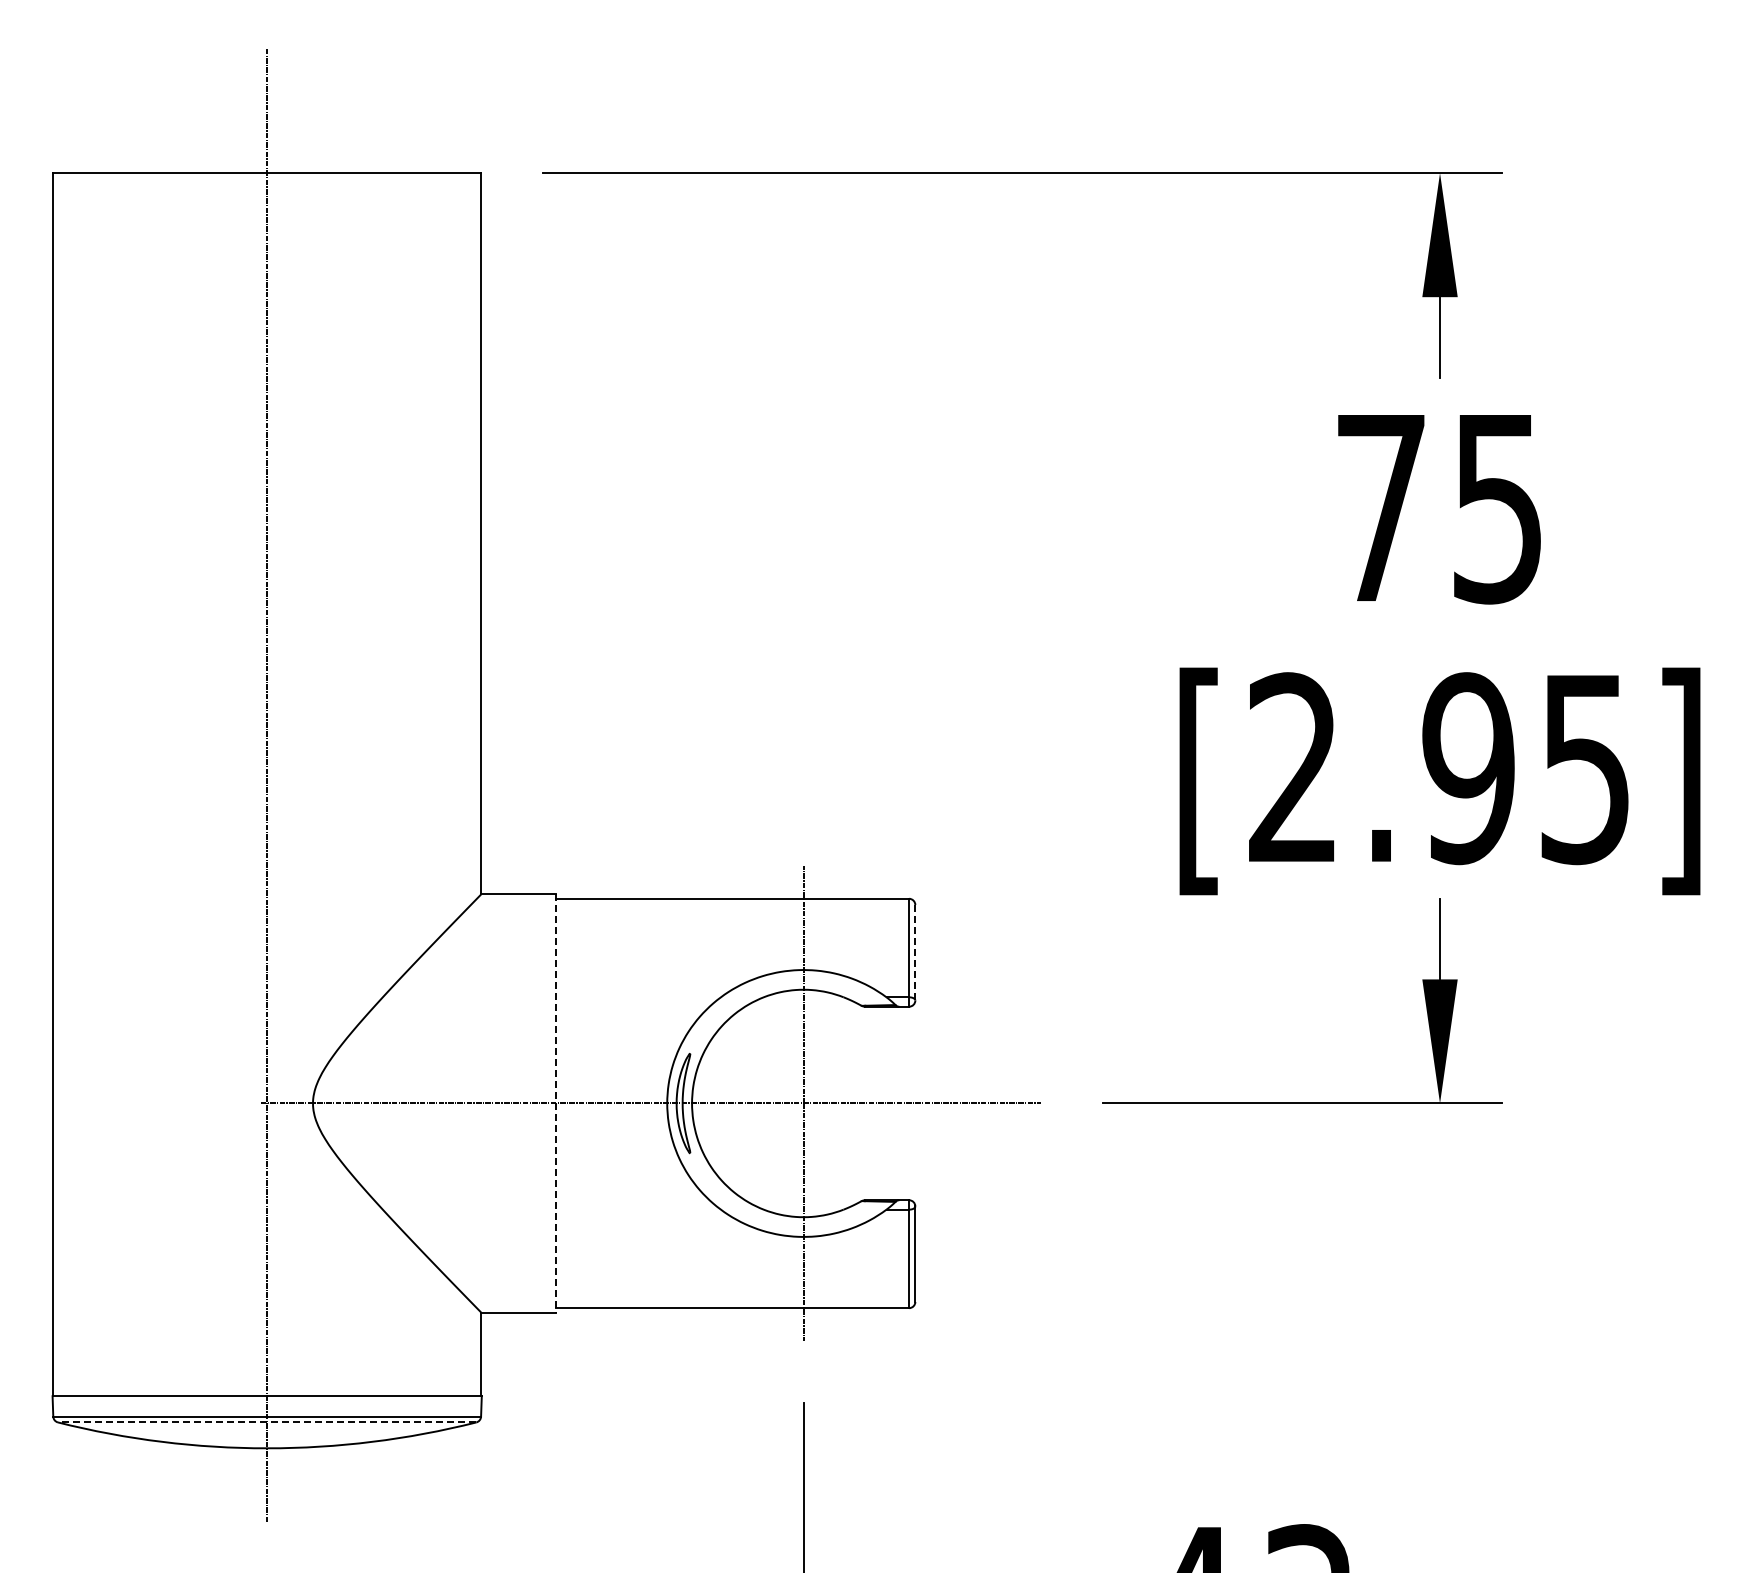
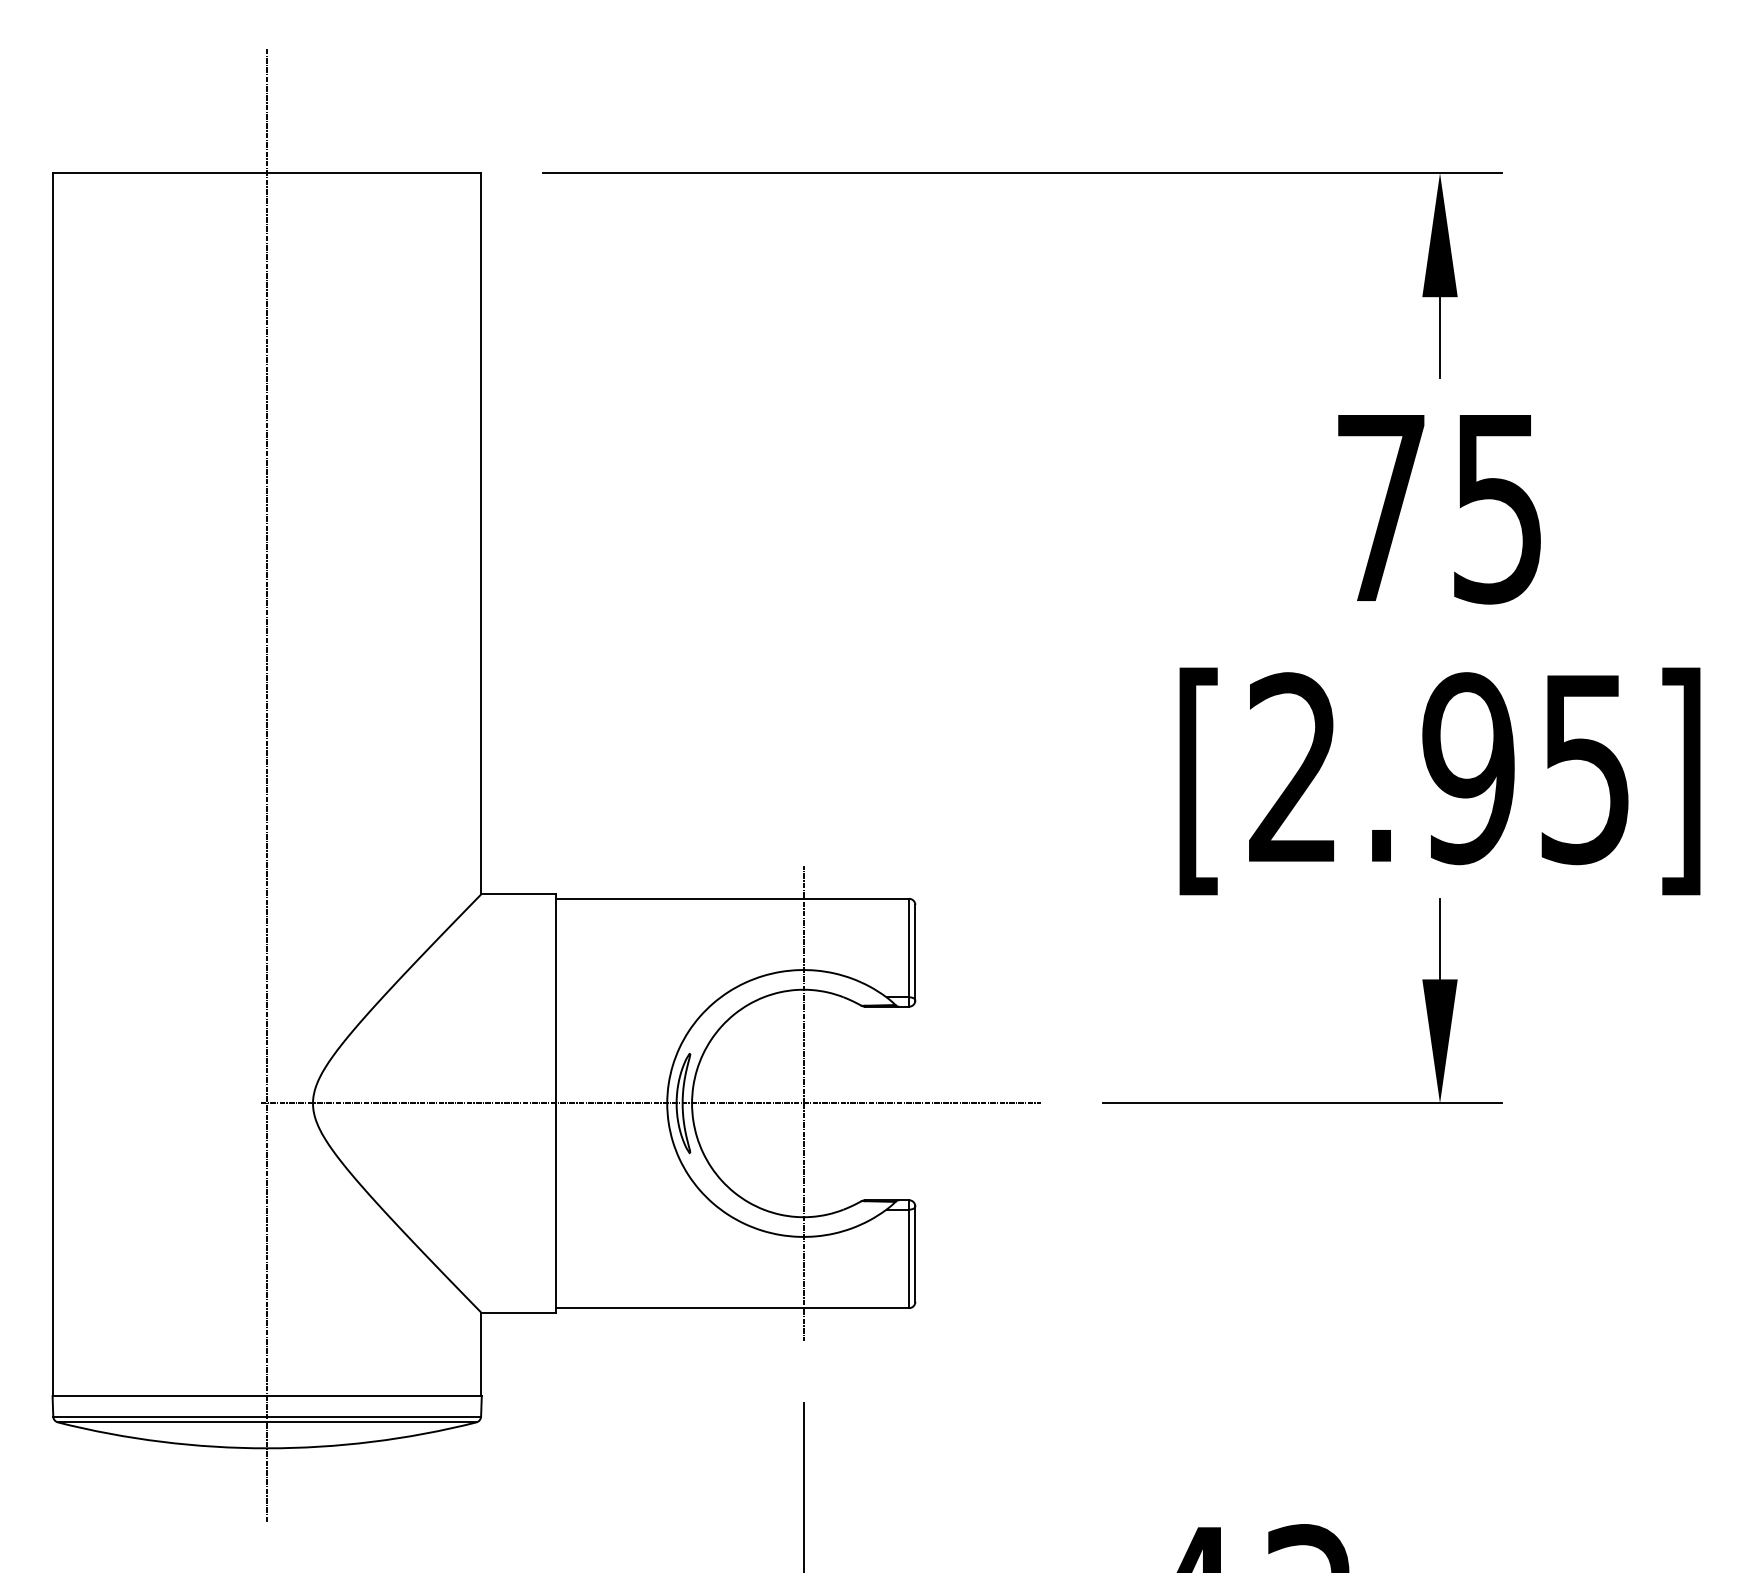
line at (915, 952): dashed -> solid
line at (555, 1103): dashed -> solid
line at (266, 1422): dashed -> solid
